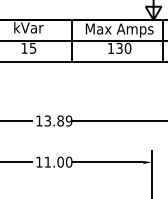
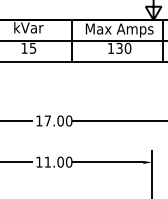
text at (58, 120): 13.89 -> 17.00
